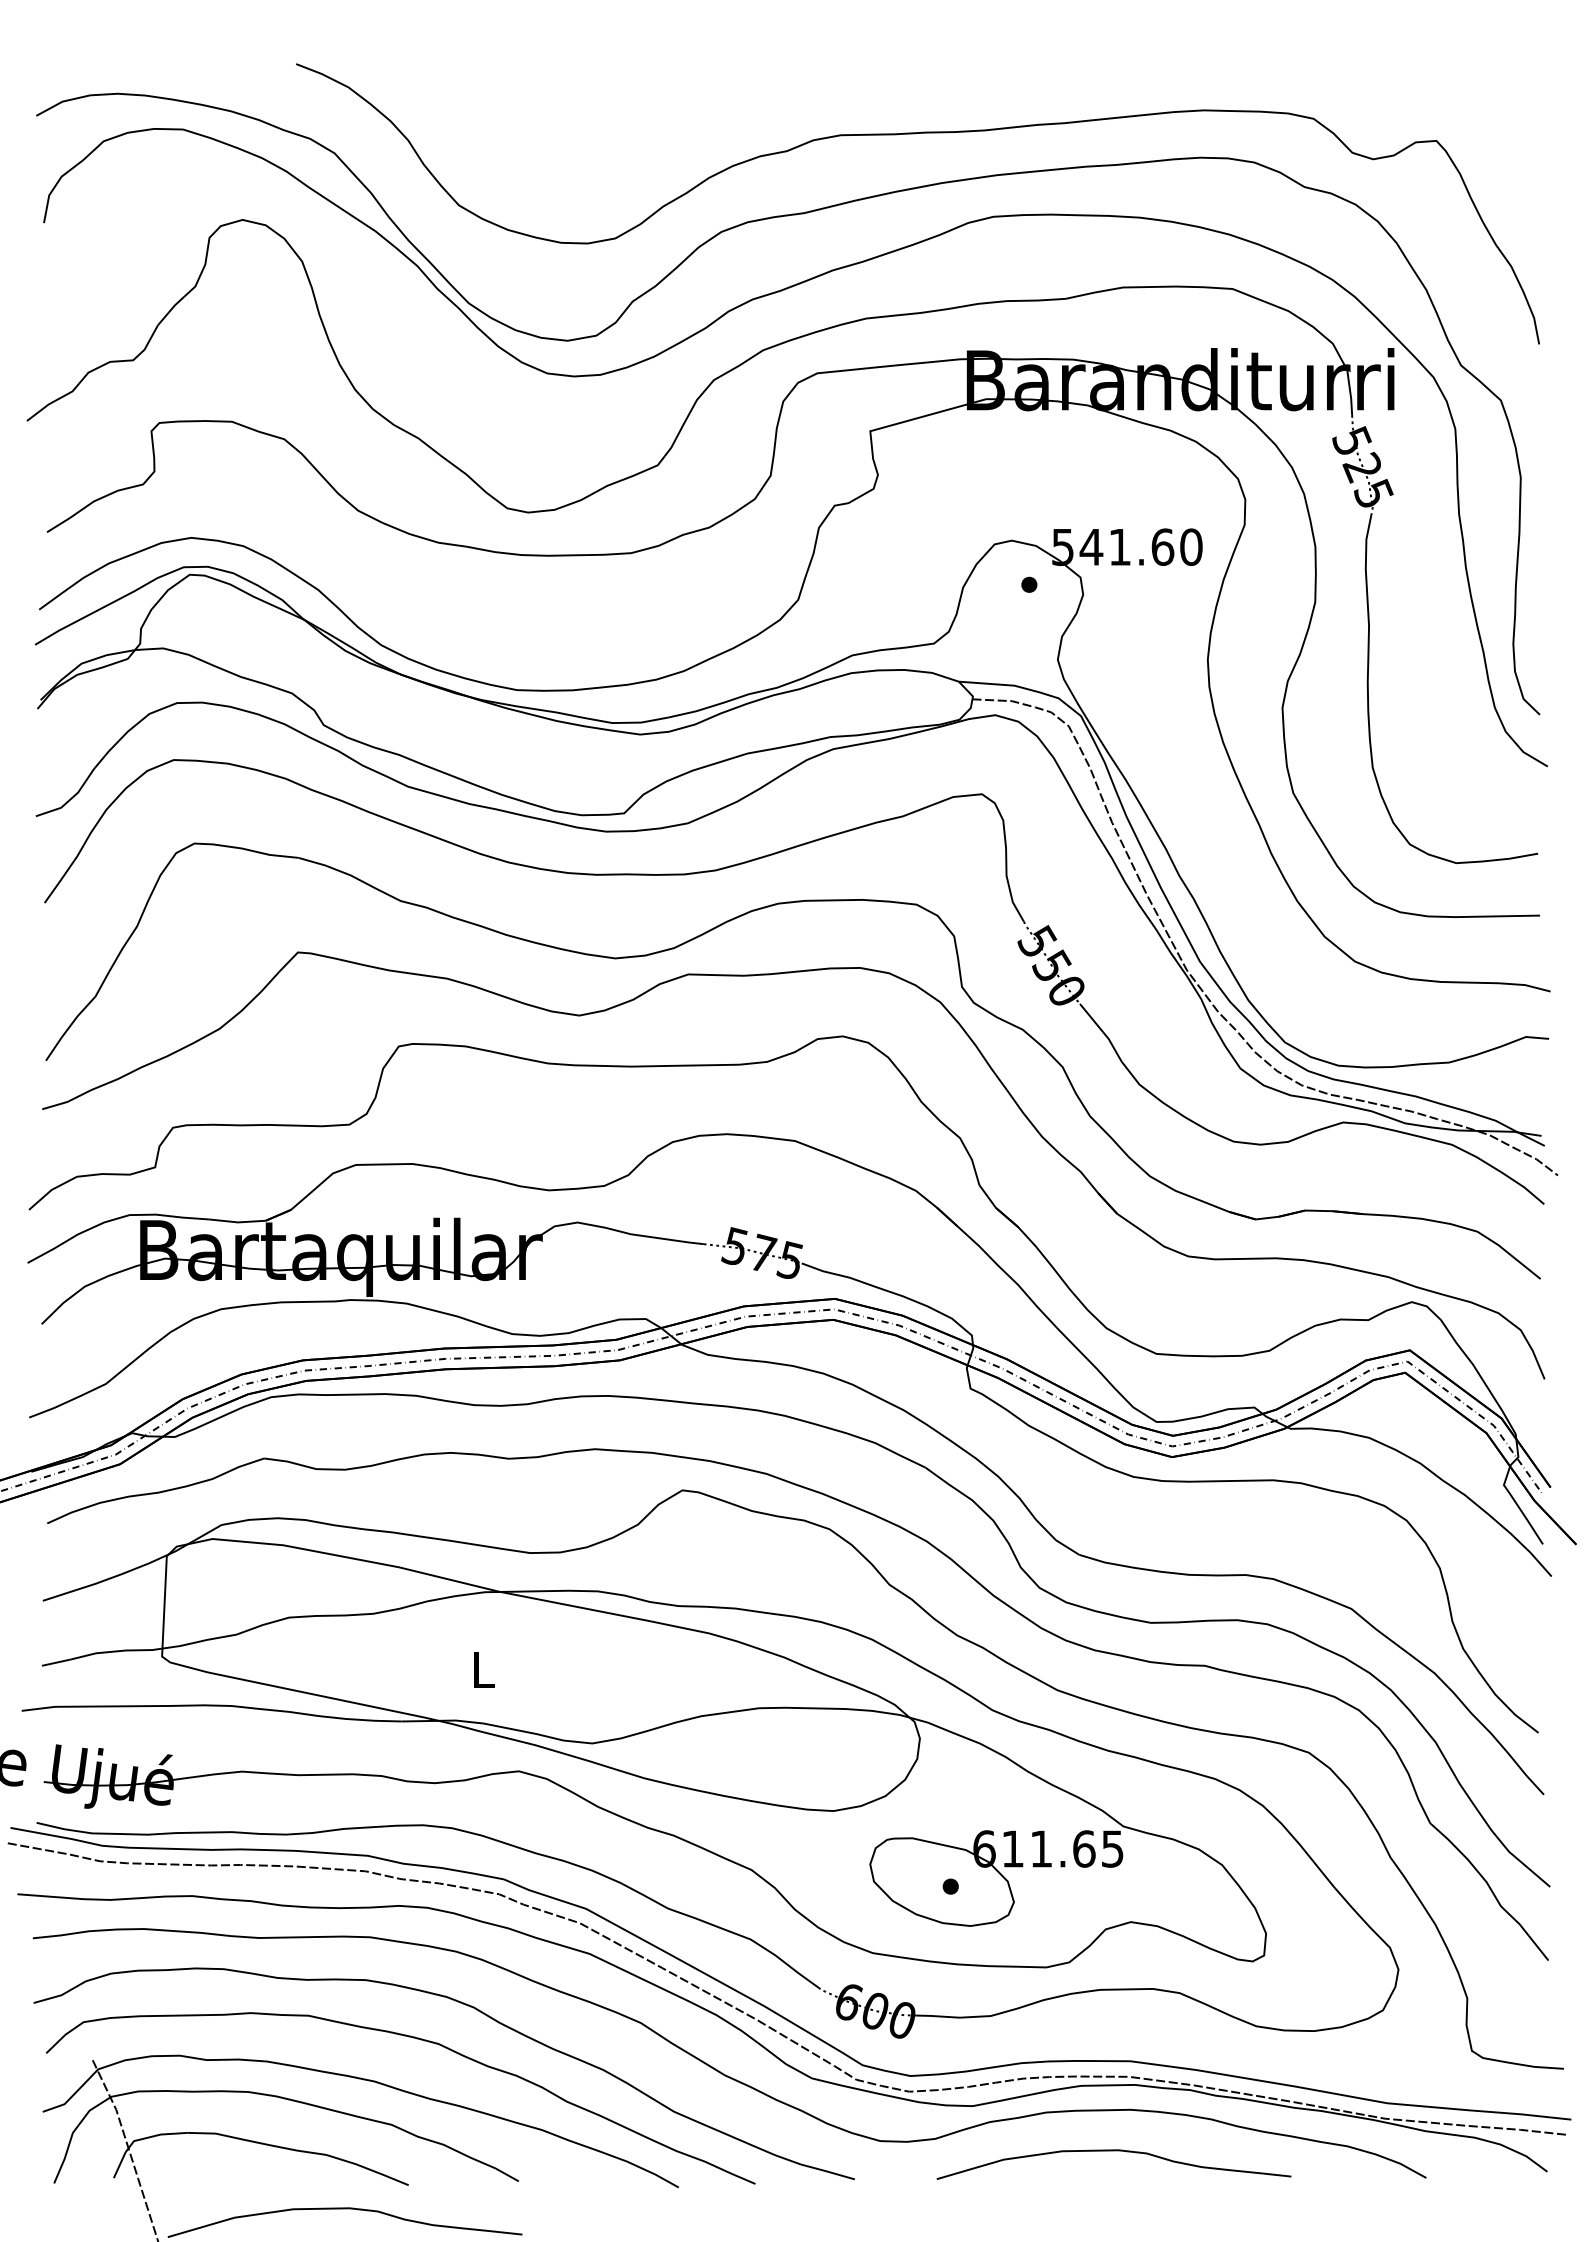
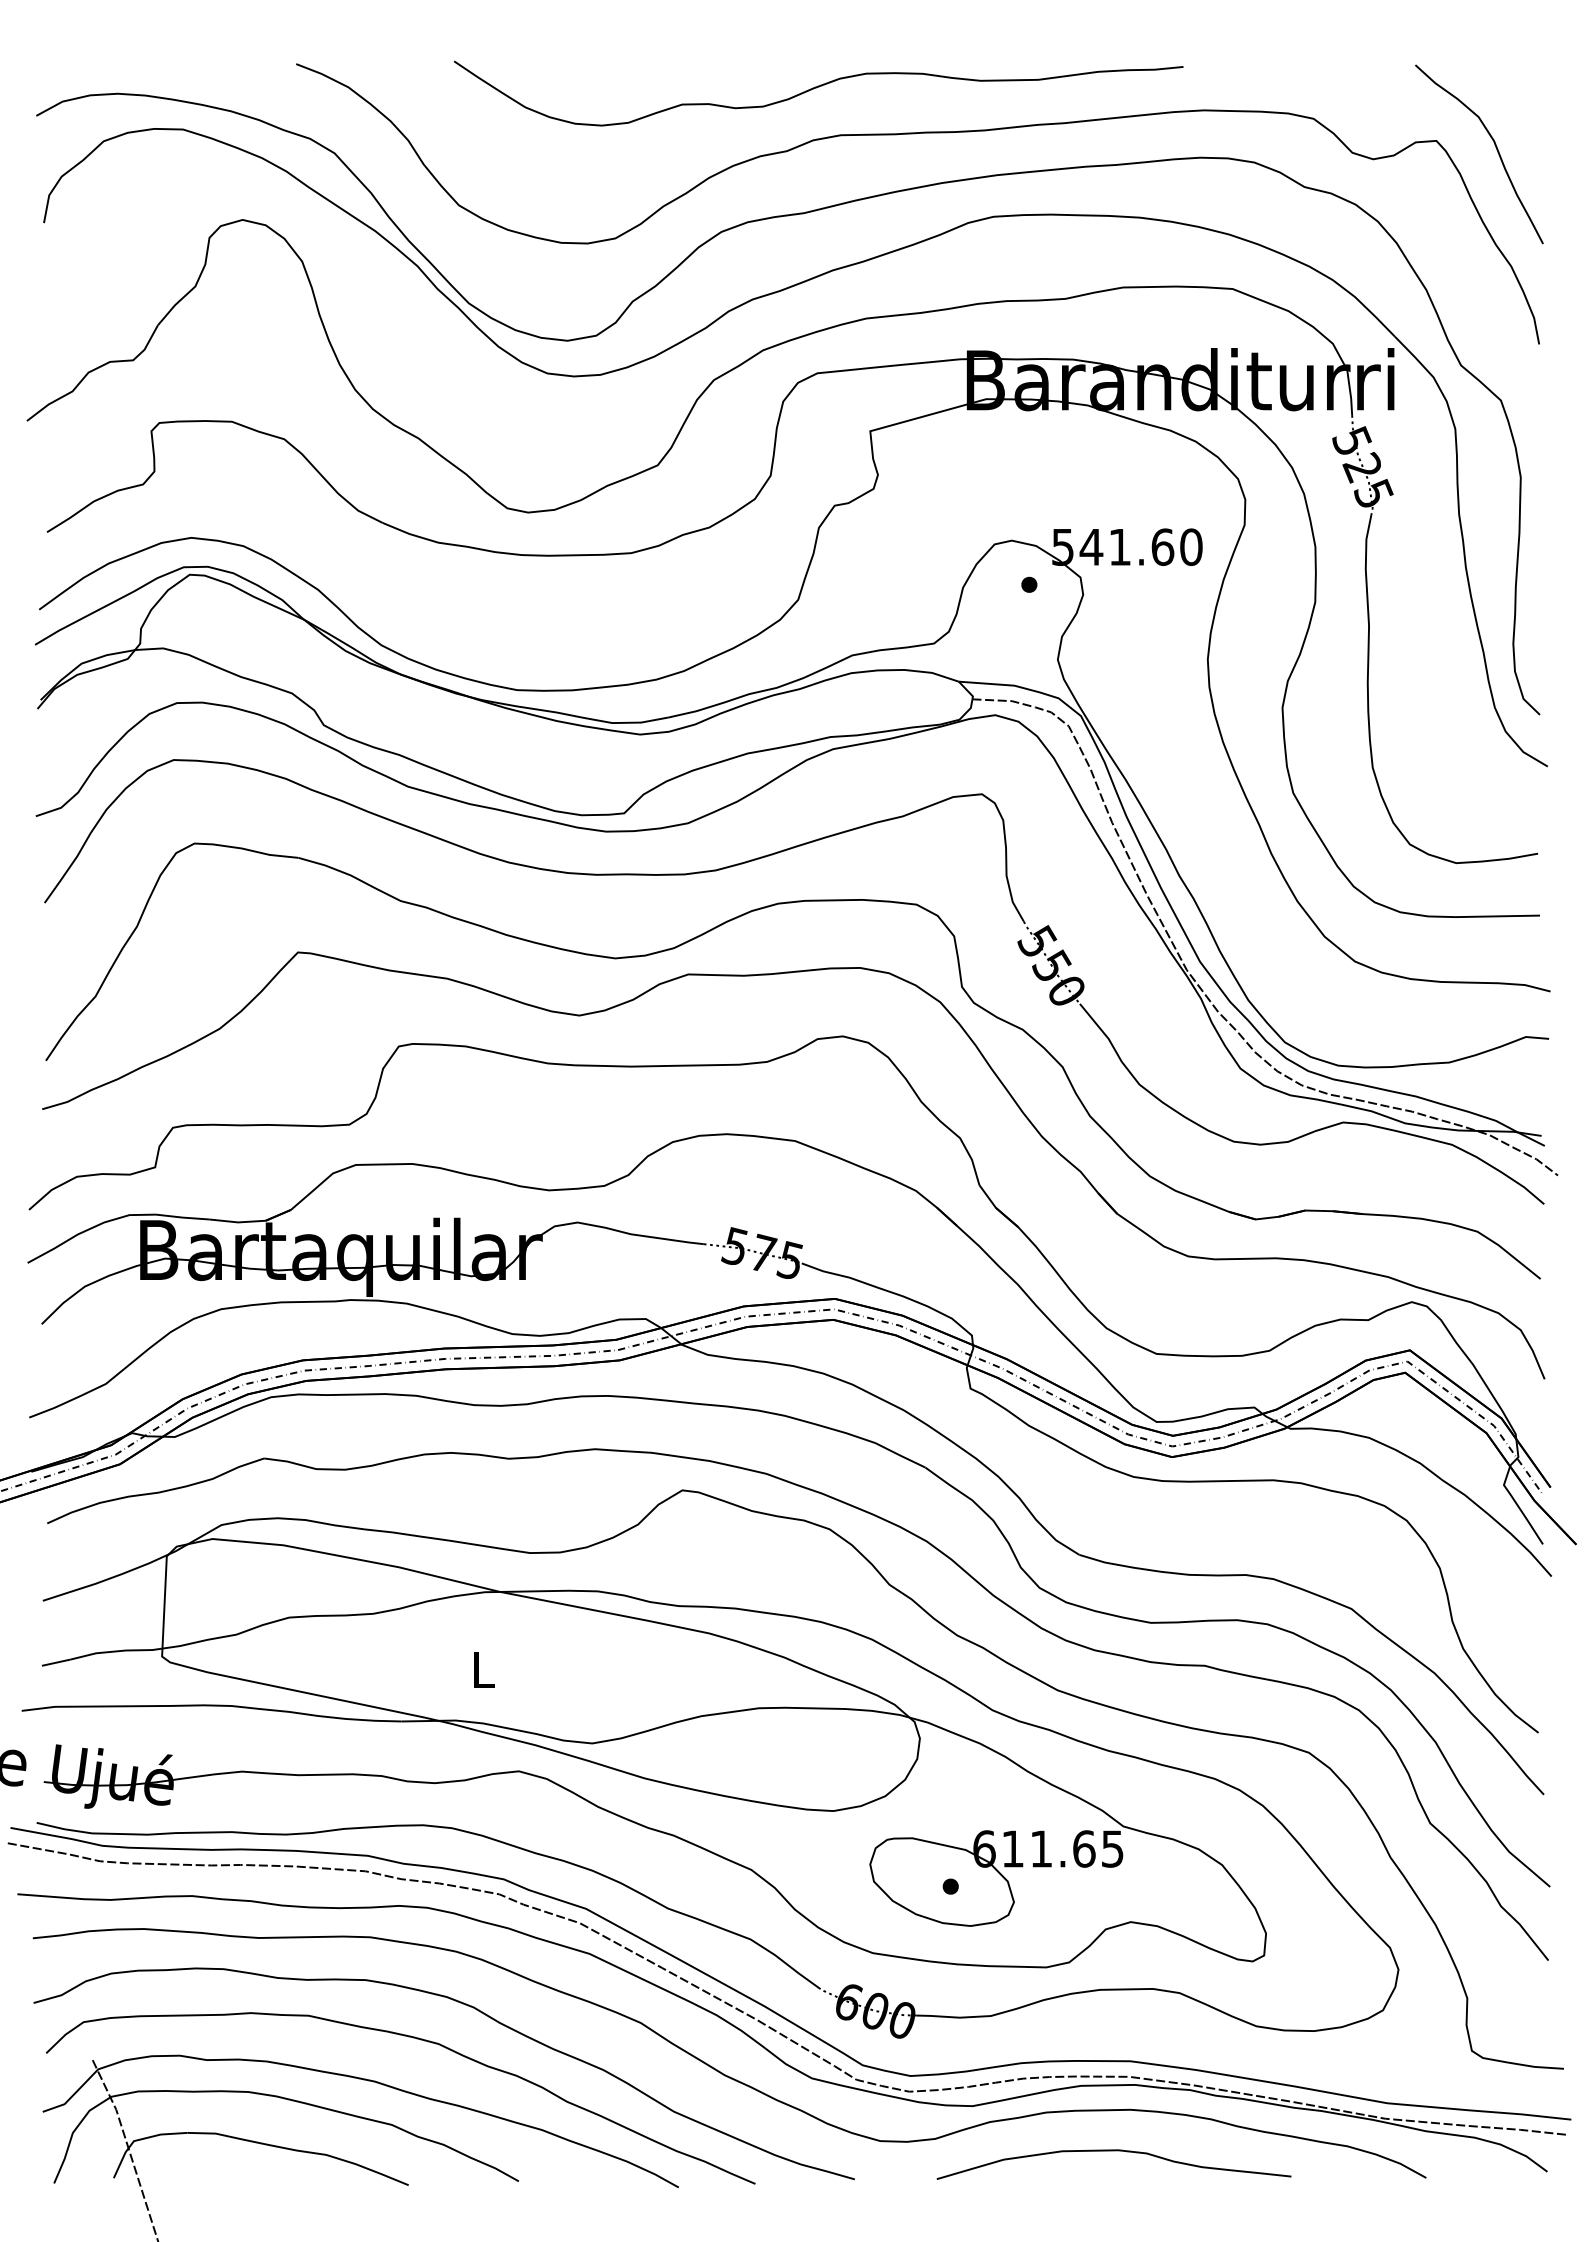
curve at (816, 88): none -> present
curve at (1495, 147): none -> present
curve at (344, 2209): present -> none
